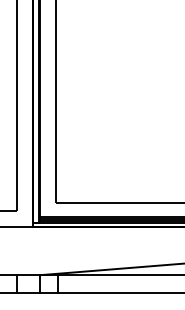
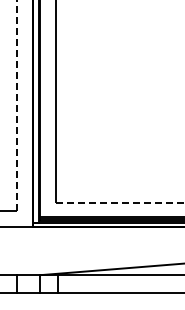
line at (17, 105): solid -> dashed
line at (121, 202): solid -> dashed
